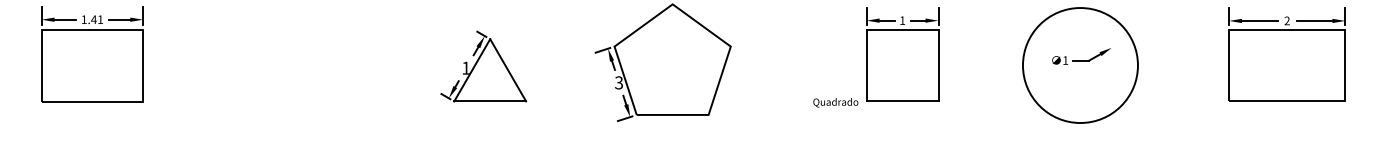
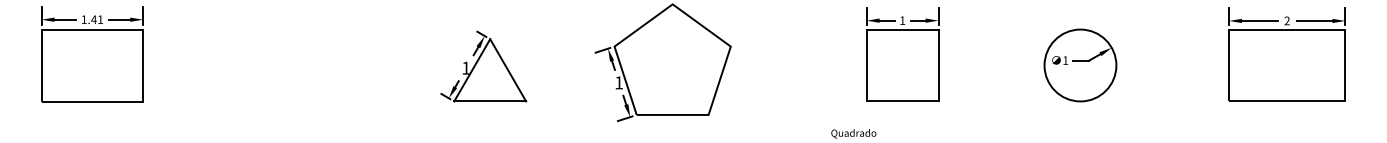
circle at (1079, 65) diameter: 115 px -> 72 px
text at (618, 82): 3 -> 1
text at (835, 102) position: (835, 102) -> (853, 133)
